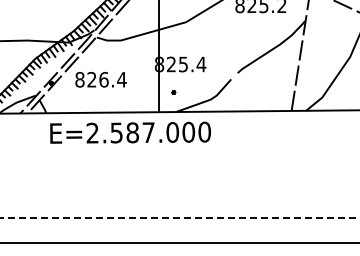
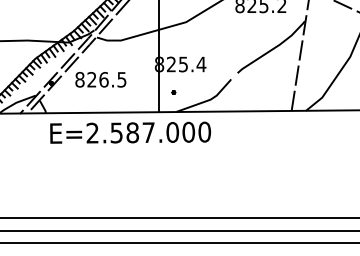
text at (121, 79): 826.4 -> 826.5
line at (180, 217): dashed -> solid
line at (179, 230): none -> present
